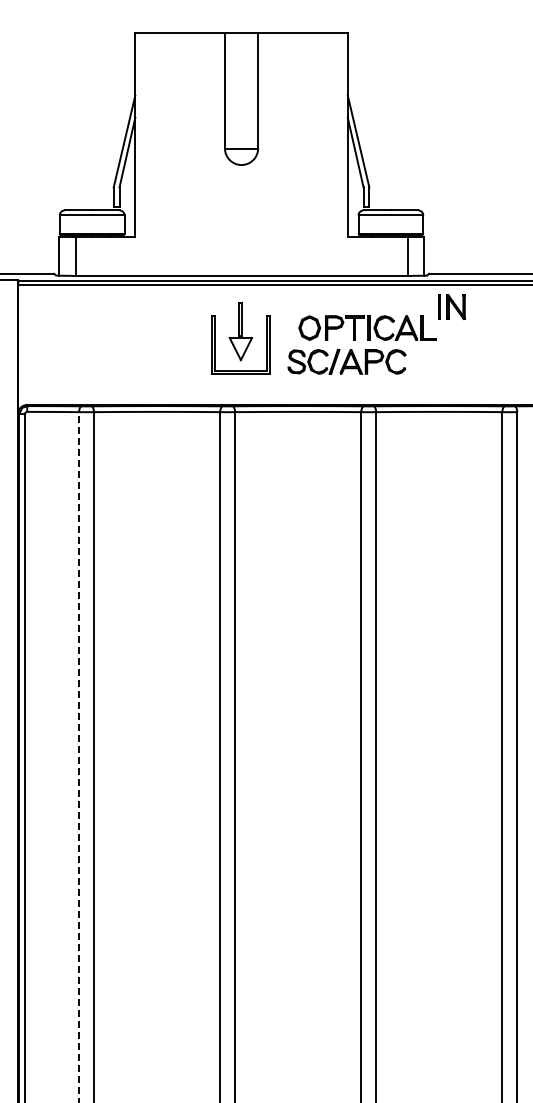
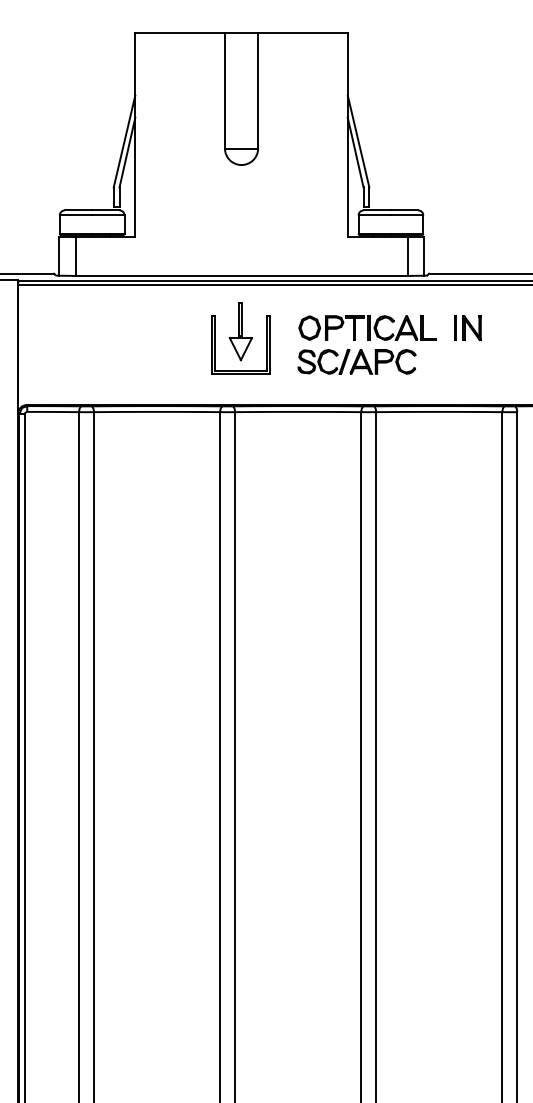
part at (451, 307) position: (451, 307) -> (467, 328)
part at (346, 361) position: (346, 361) -> (356, 361)
line at (79, 757): dashed -> solid
